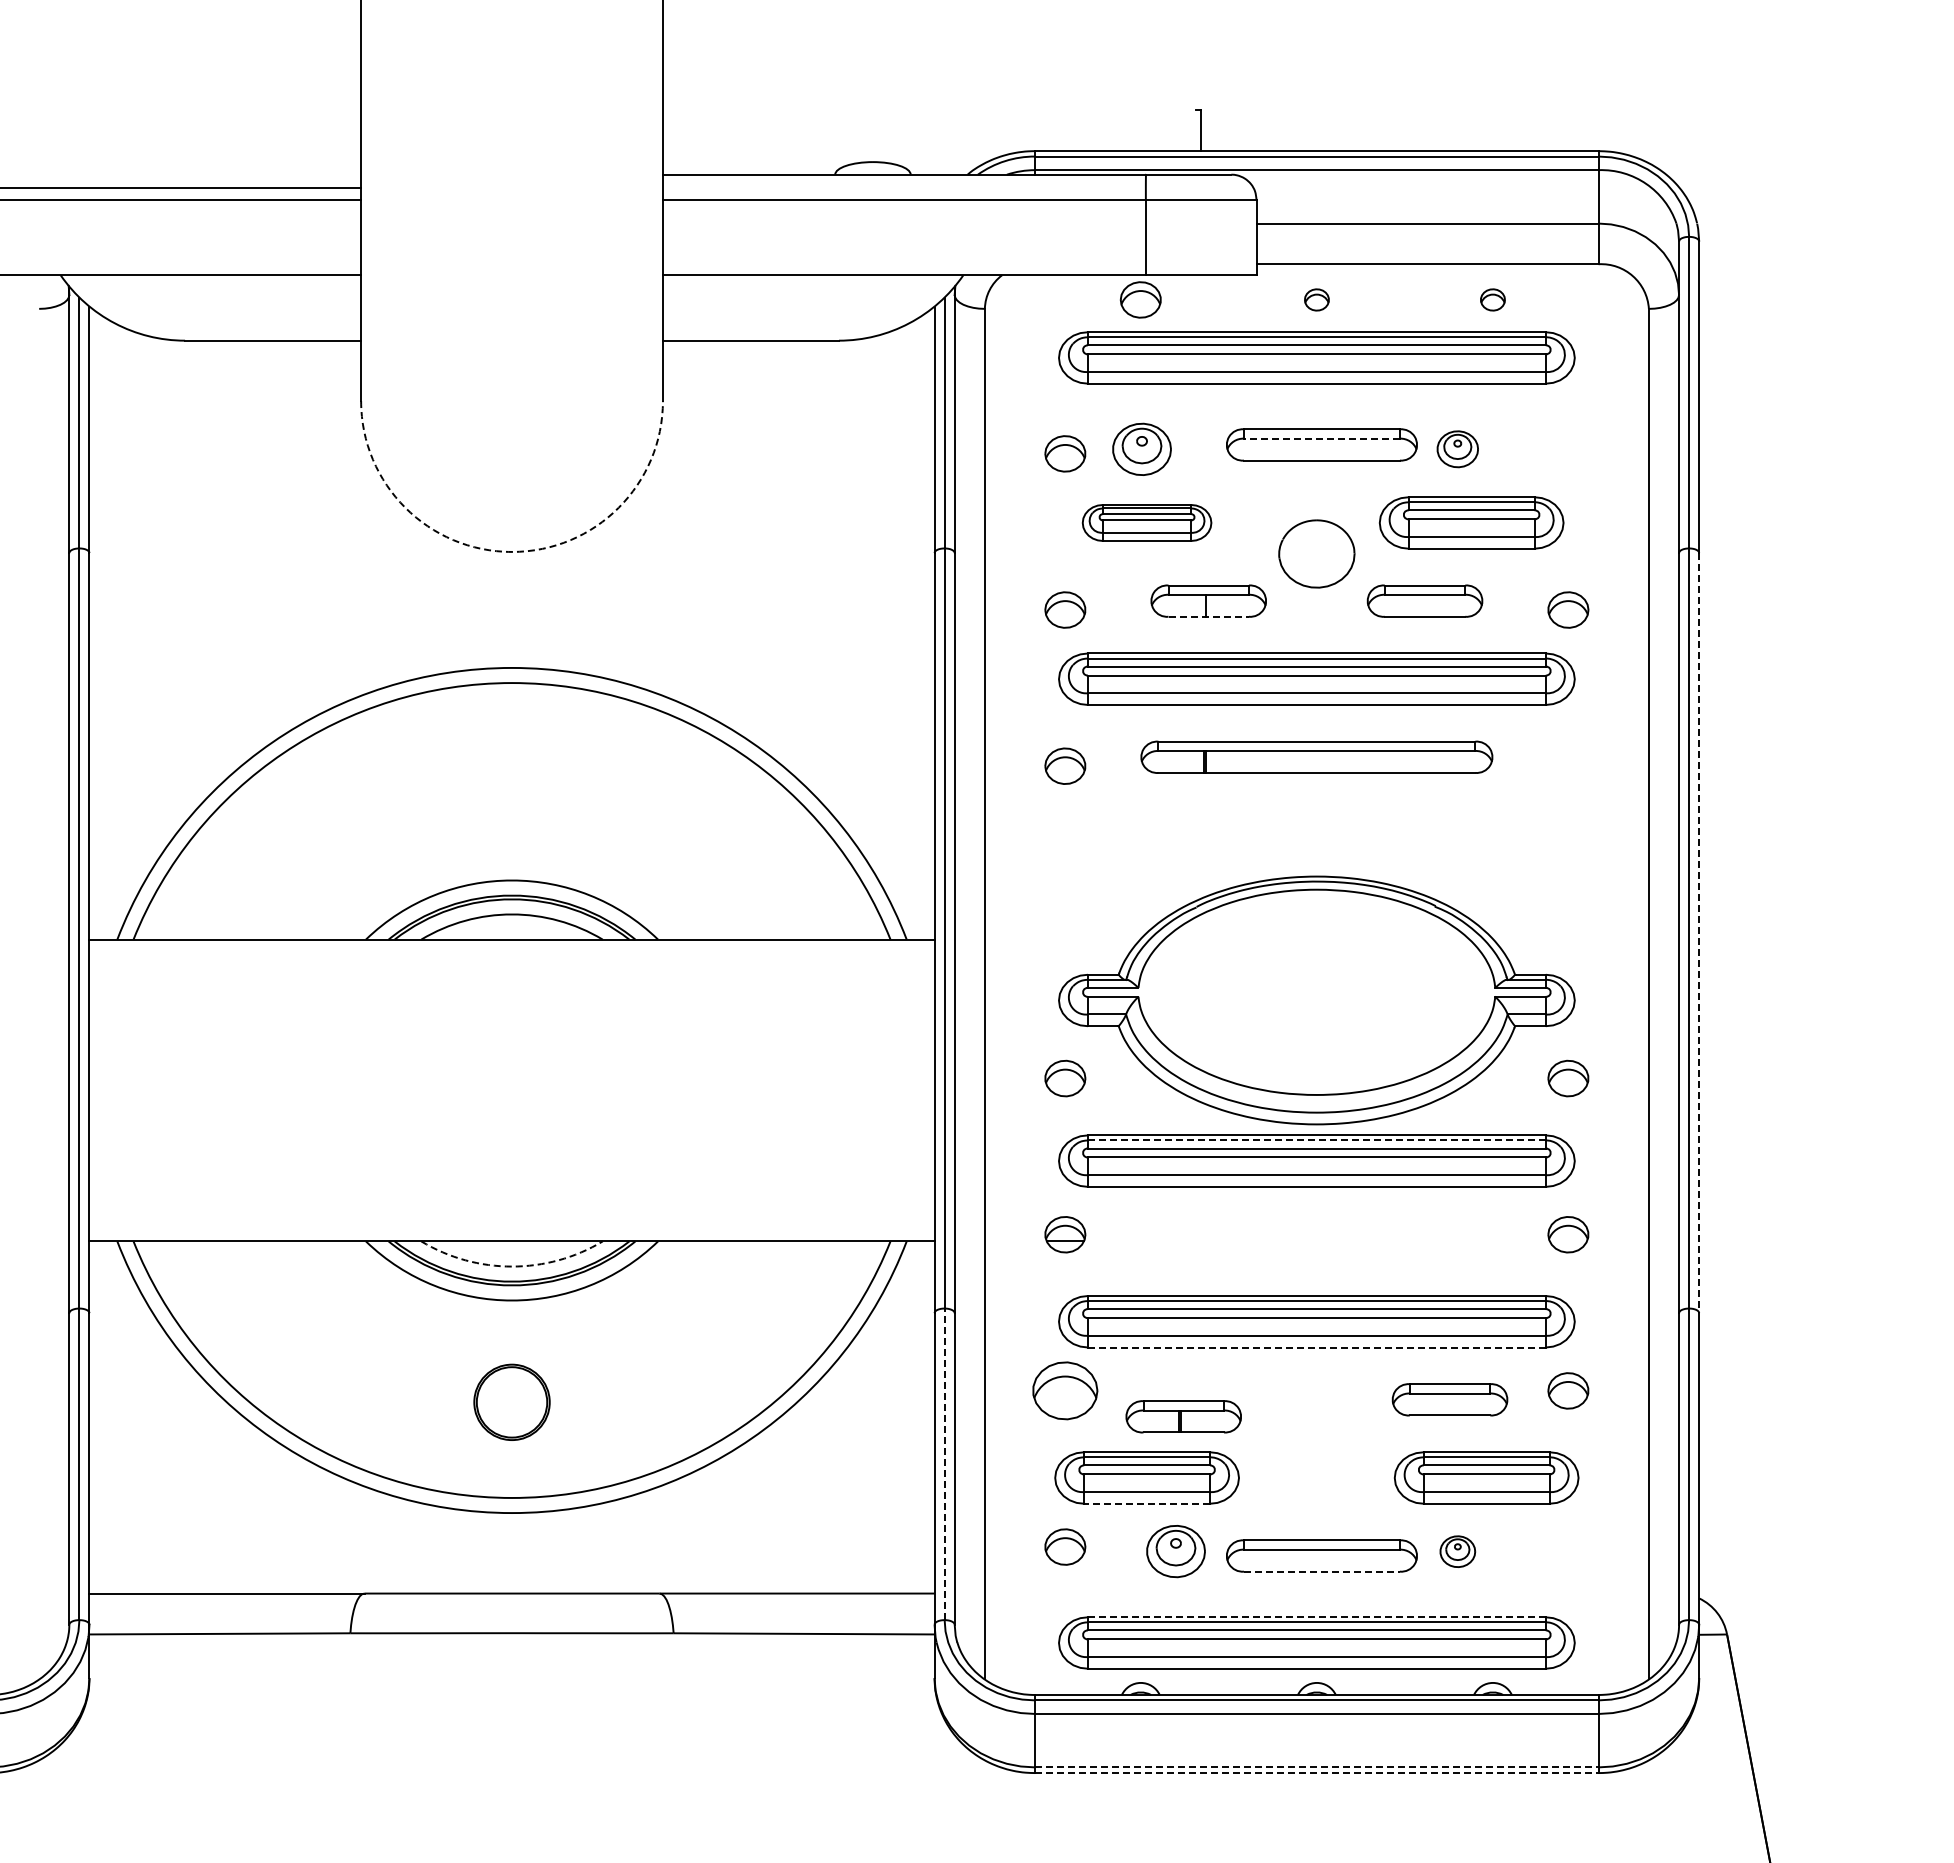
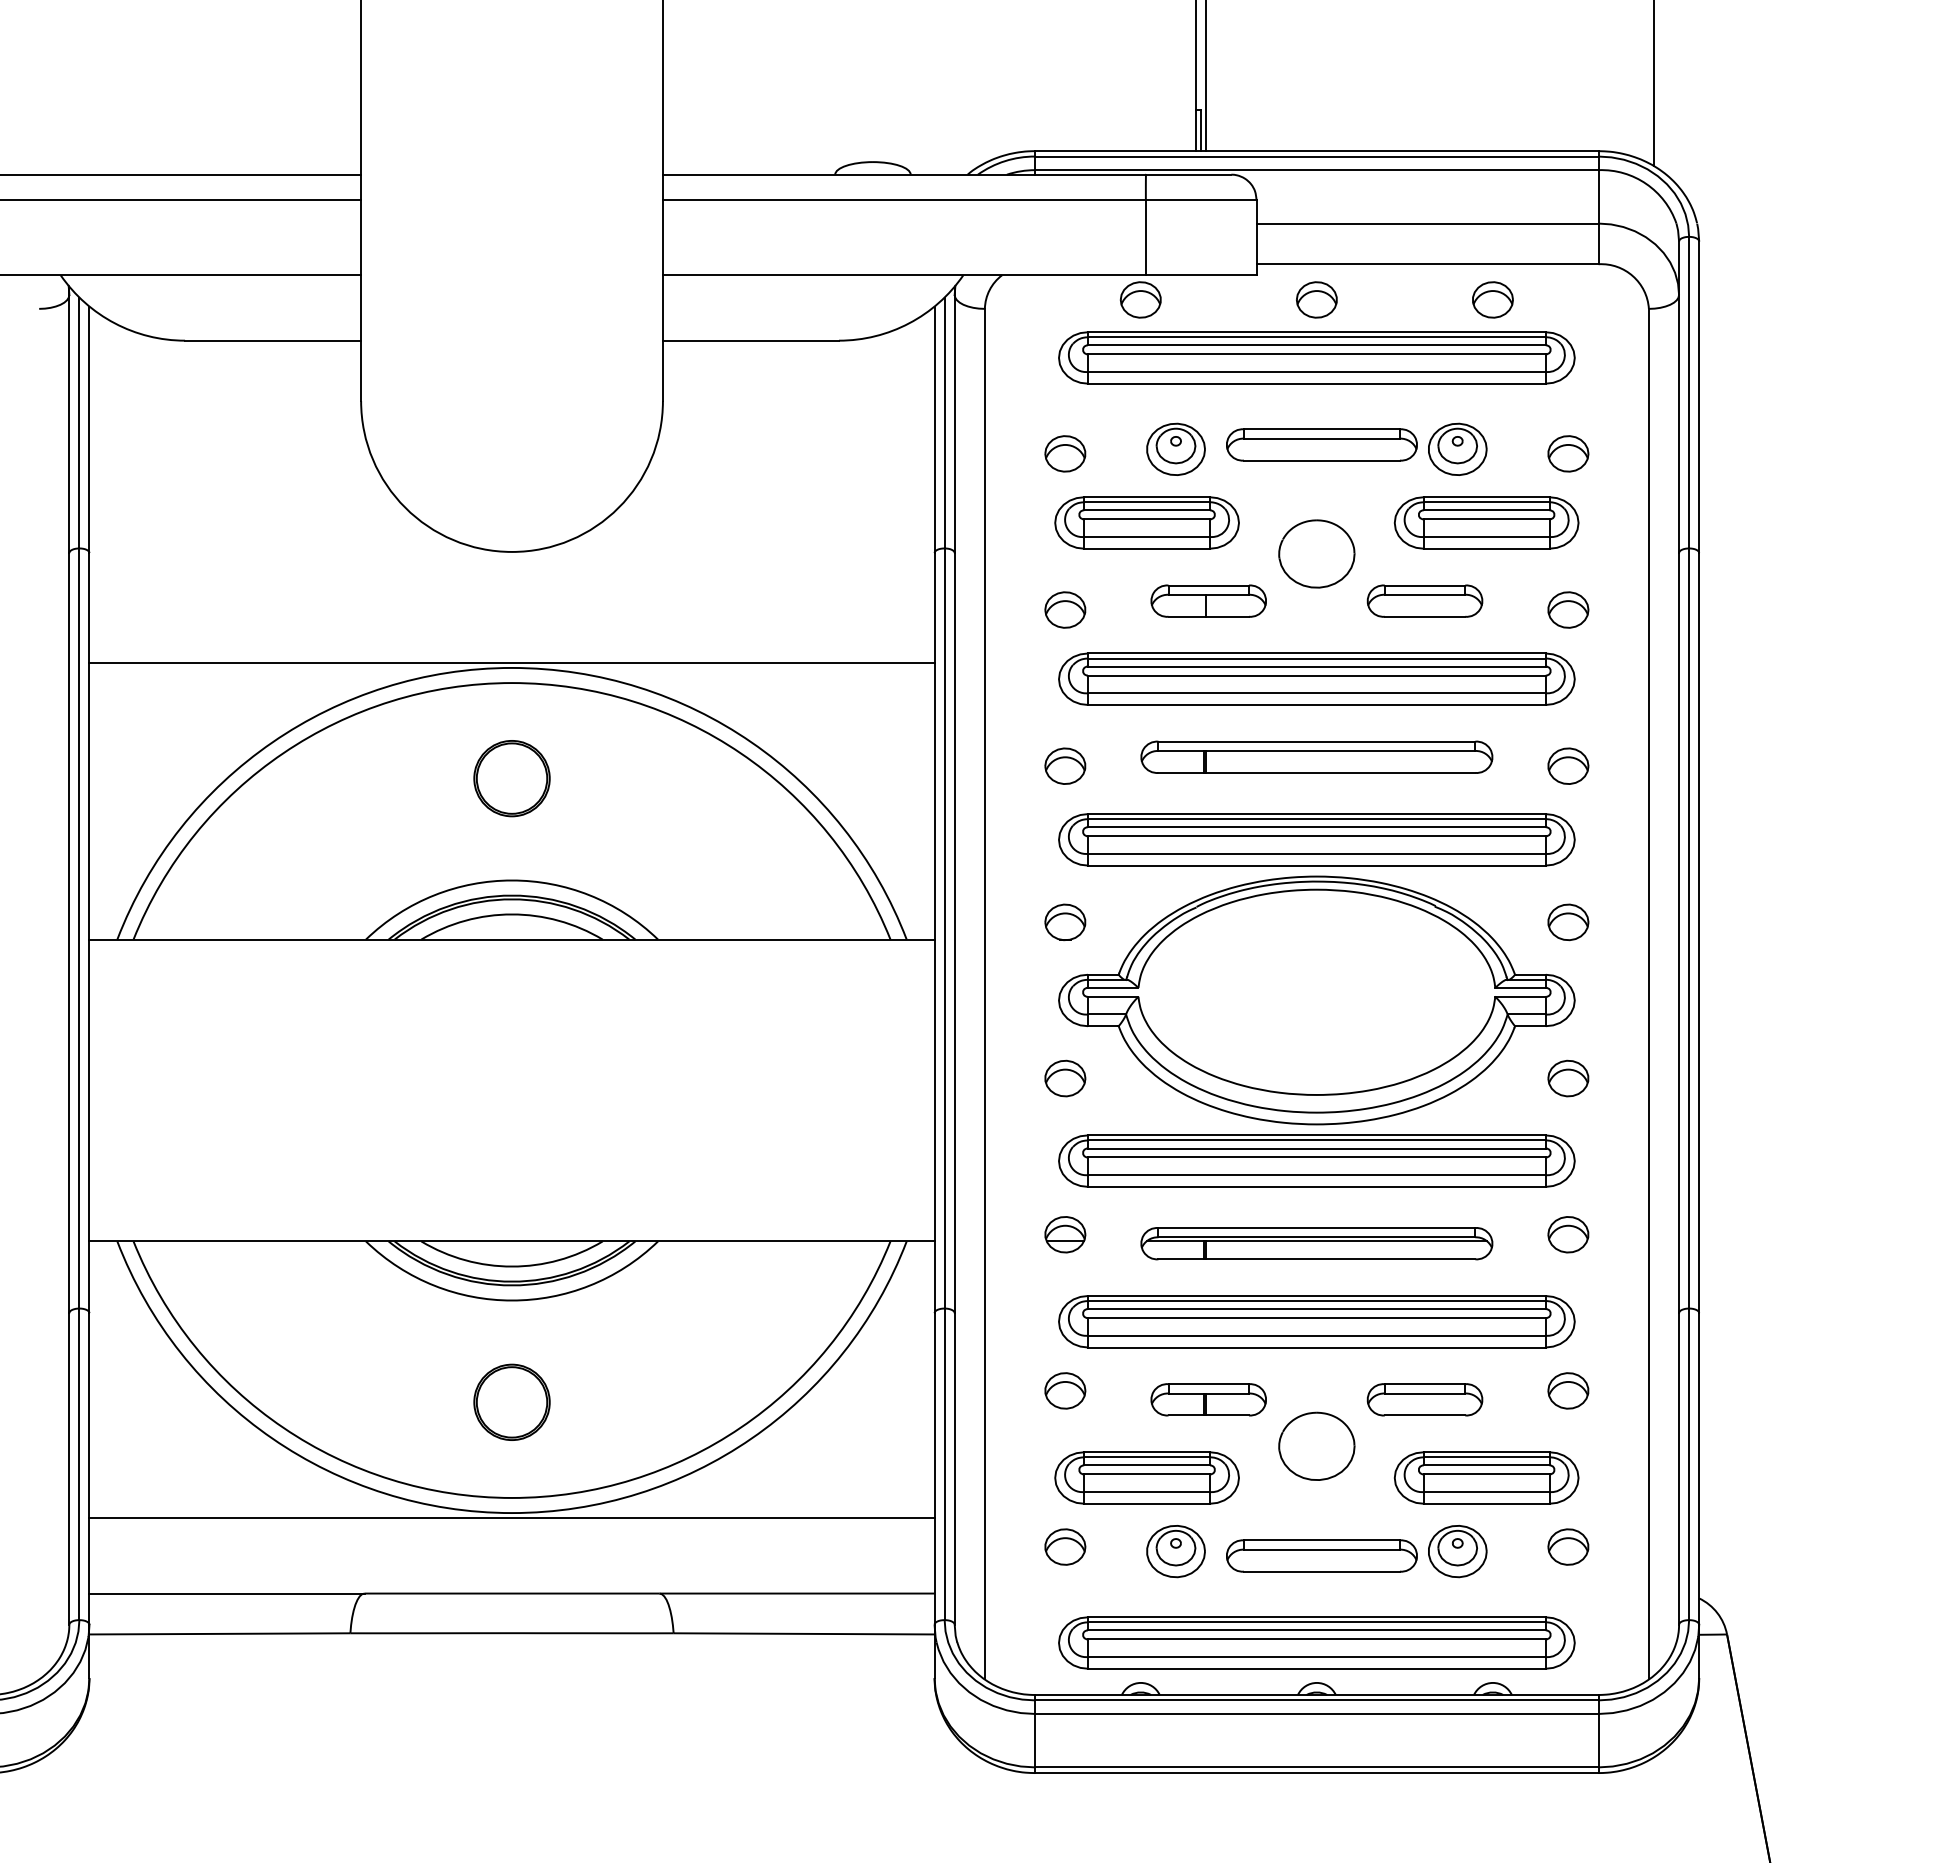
line at (1196, 76): none -> present
line at (1206, 76): none -> present
line at (1653, 84): none -> present
line at (181, 187) position: (181, 187) -> (181, 174)
part at (1316, 299) size: 26x24 px -> 42x38 px
part at (1492, 299) size: 26x24 px -> 42x38 px
line at (1321, 438): dashed -> solid
part at (1141, 448) position: (1141, 448) -> (1175, 448)
part at (1457, 449) size: 43x39 px -> 60x54 px
part at (1568, 453): none -> present
part at (1146, 522) size: 132x38 px -> 186x54 px
part at (1471, 522) position: (1471, 522) -> (1486, 522)
arc at (512, 551): dashed -> solid
line at (1209, 616): dashed -> solid
line at (511, 662): none -> present
part at (1568, 765): none -> present
part at (511, 778): none -> present
part at (1316, 839): none -> present
part at (1065, 922): none -> present
part at (1568, 922): none -> present
line at (1699, 933): dashed -> solid
line at (1316, 1140): dashed -> solid
part at (1316, 1243): none -> present
arc at (512, 1266): dashed -> solid
line at (1316, 1347): dashed -> solid
part at (1065, 1390) size: 67x60 px -> 43x38 px
part at (1449, 1399) position: (1449, 1399) -> (1424, 1399)
part at (1183, 1416) position: (1183, 1416) -> (1208, 1399)
part at (1316, 1445): none -> present
line at (944, 1464): dashed -> solid
line at (1147, 1503): dashed -> solid
line at (511, 1518): none -> present
part at (1568, 1546): none -> present
part at (1457, 1551) size: 38x33 px -> 60x54 px
line at (1321, 1571): dashed -> solid
line at (1316, 1617): dashed -> solid
line at (1316, 1767): dashed -> solid
line at (1316, 1773): dashed -> solid
